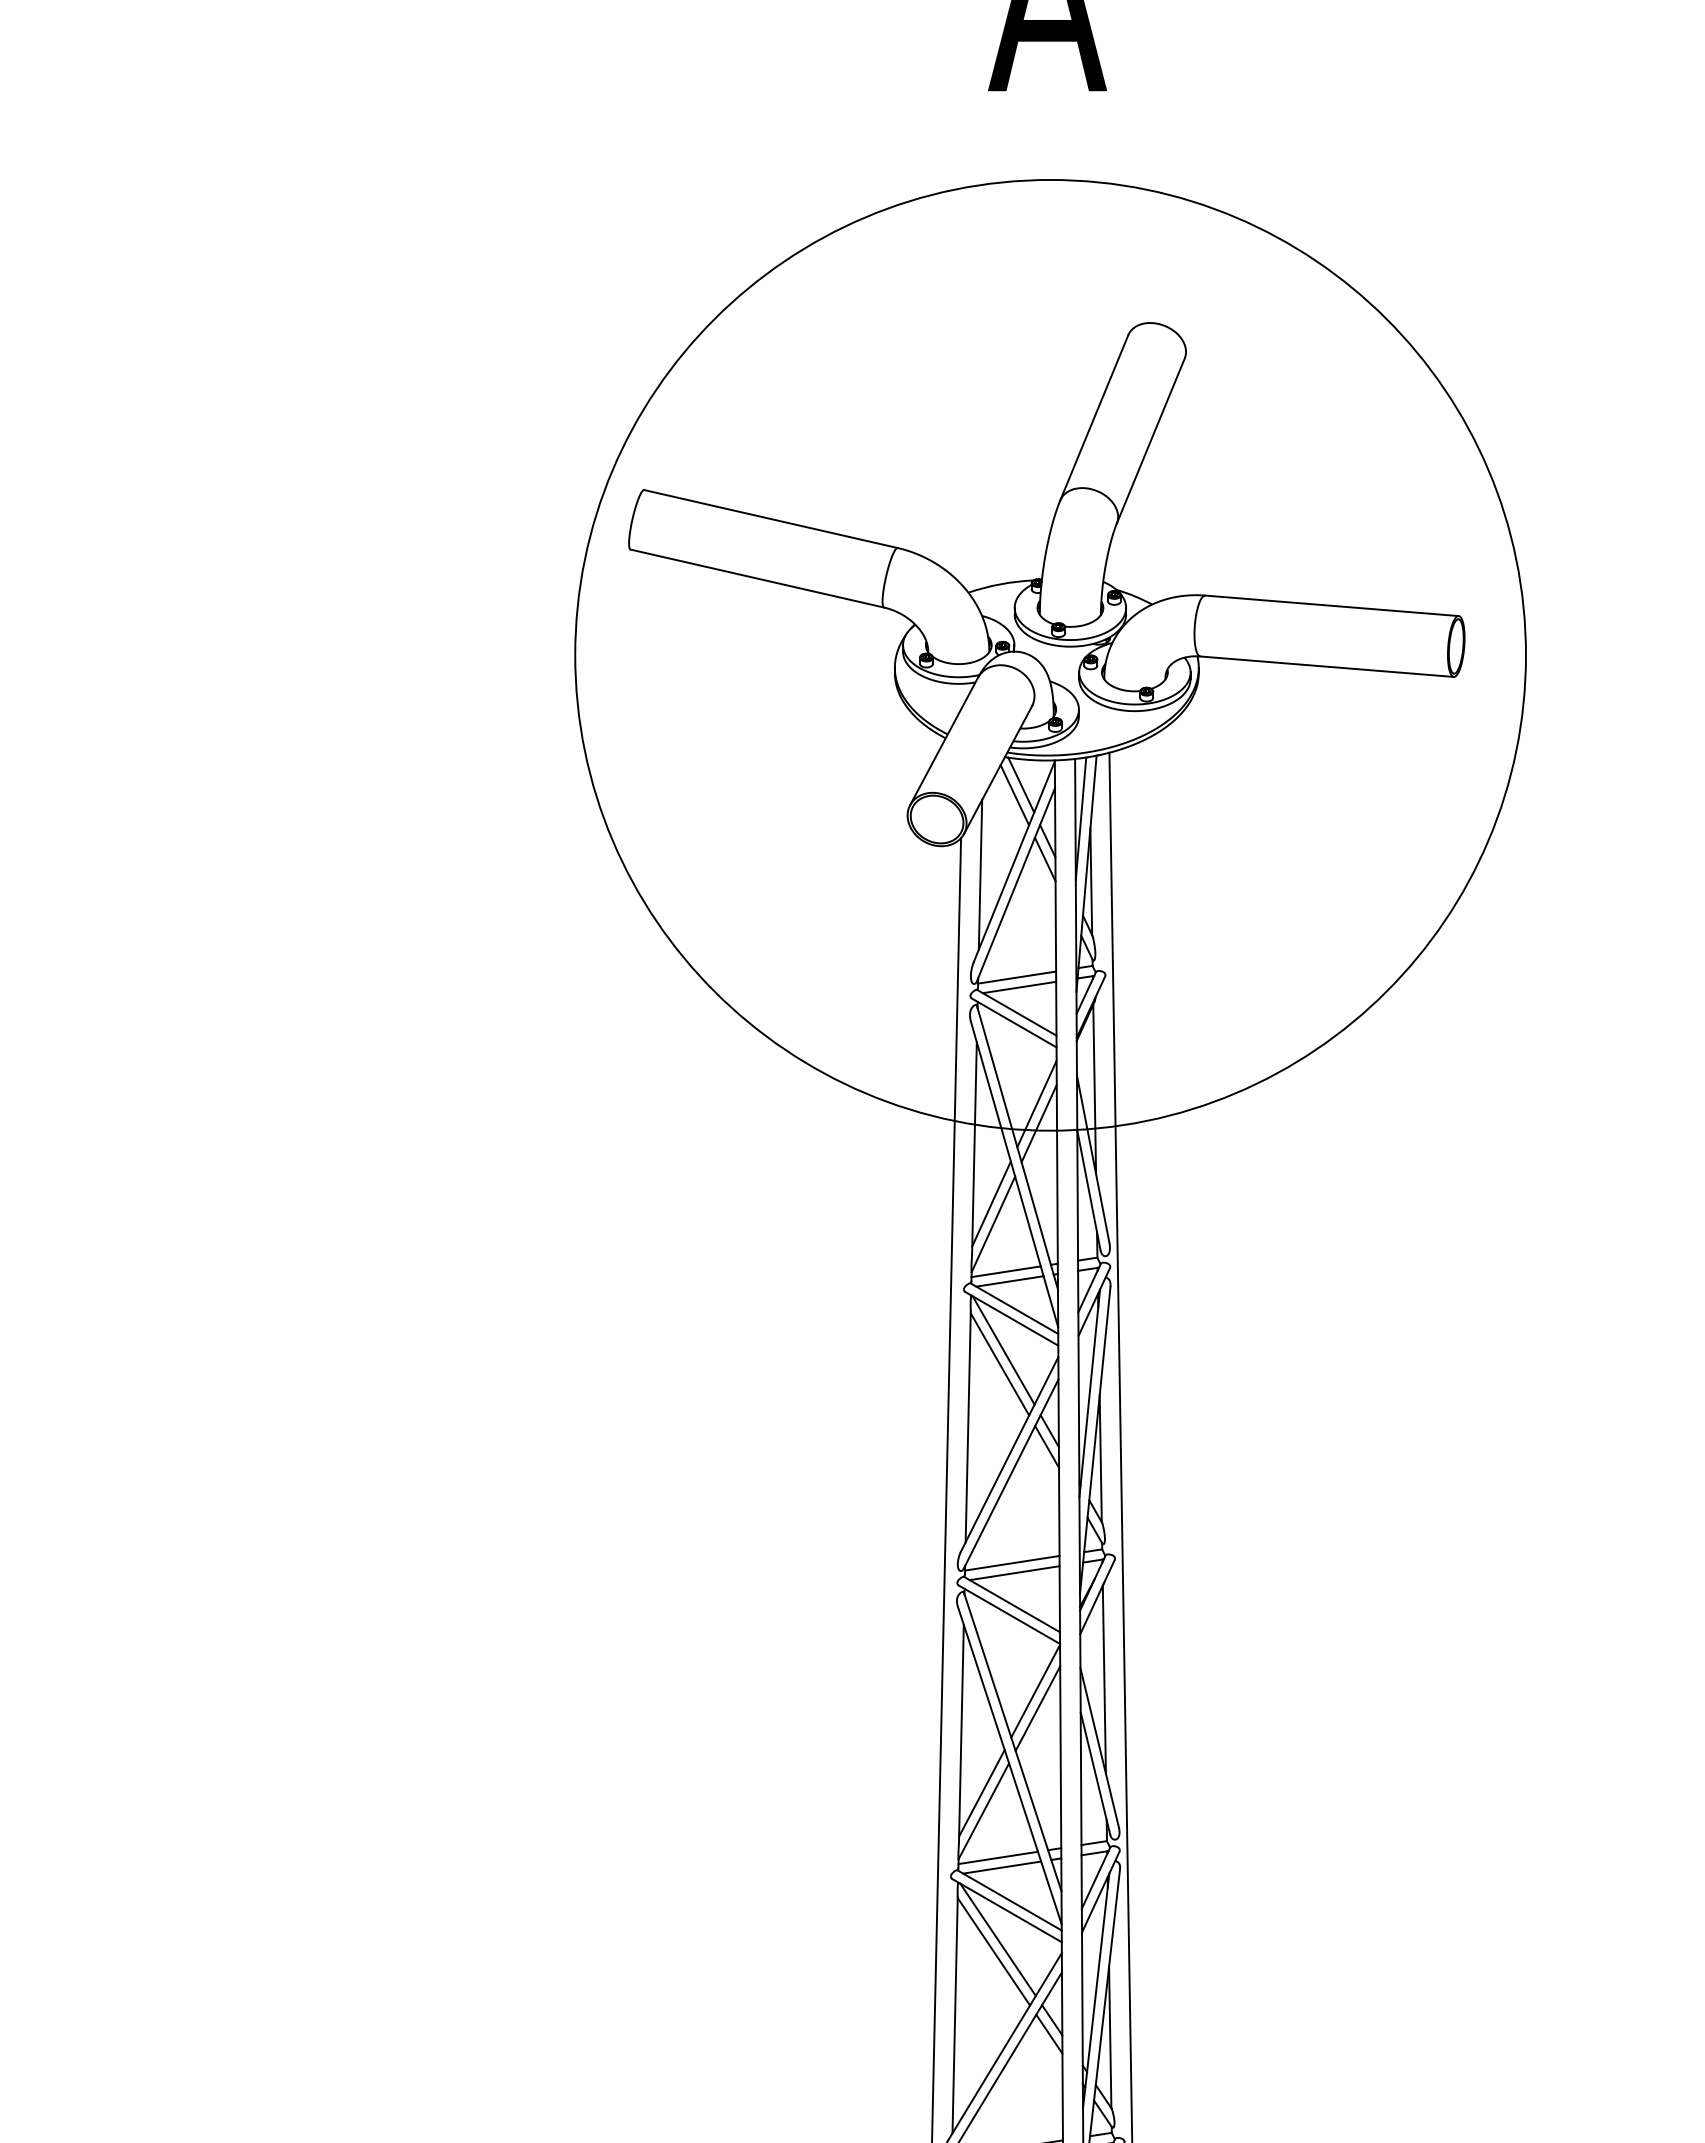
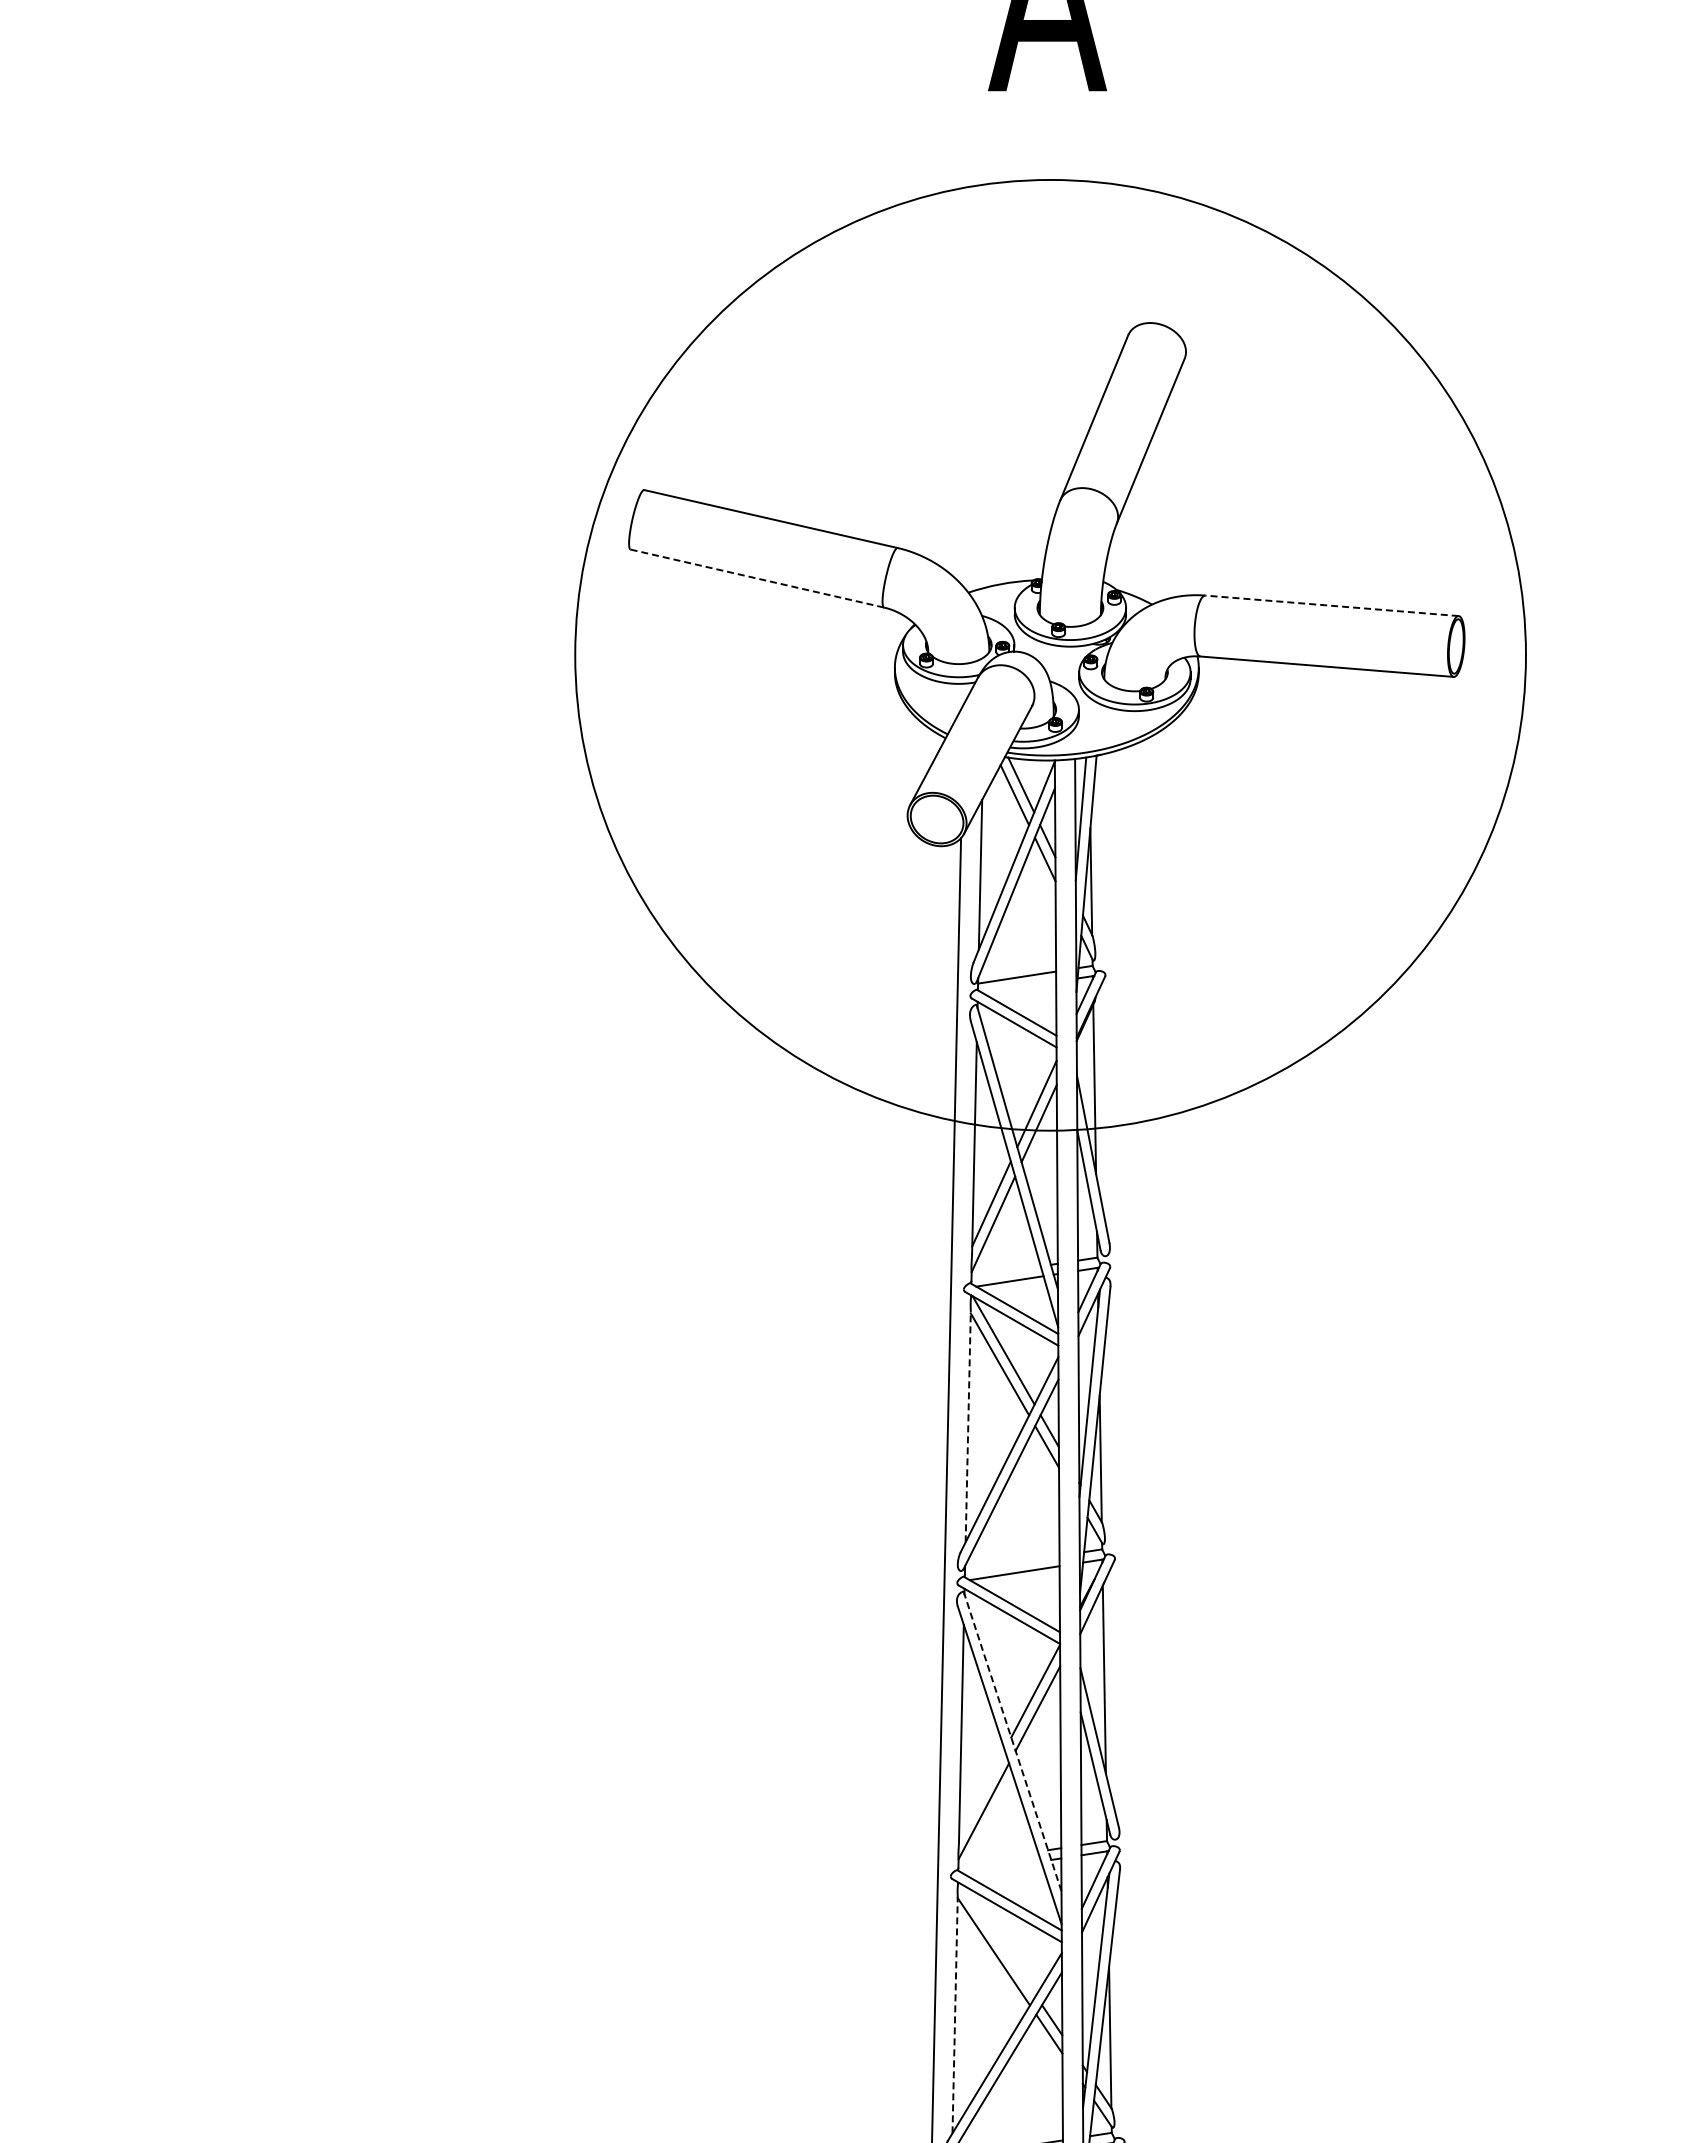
line at (757, 578): solid -> dashed
line at (1331, 605): solid -> dashed
line at (1019, 987): present -> none
line at (1005, 1271): present -> none
line at (968, 1426): solid -> dashed
line at (1120, 1445): present -> none
line at (1012, 1562): present -> none
line at (1012, 1741): solid -> dashed
line at (981, 1793): present -> none
line at (997, 1857): present -> none
line at (1002, 1867): present -> none
line at (997, 1939): present -> none
line at (955, 2014): solid -> dashed
